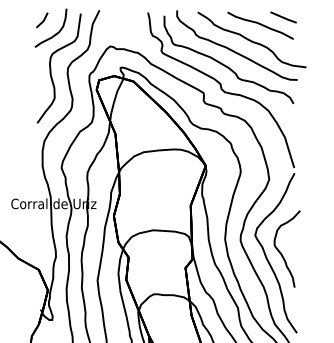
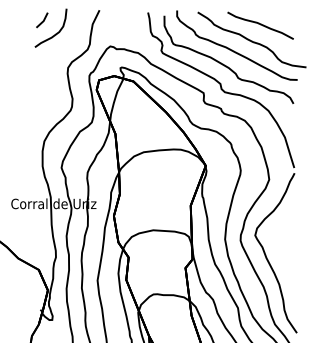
line at (283, 17): present -> none
curve at (51, 68): present -> none
curve at (281, 252): present -> none
